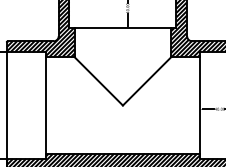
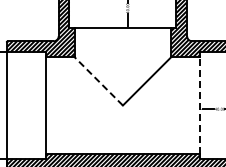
line at (98, 81): solid -> dashed
line at (200, 105): solid -> dashed
